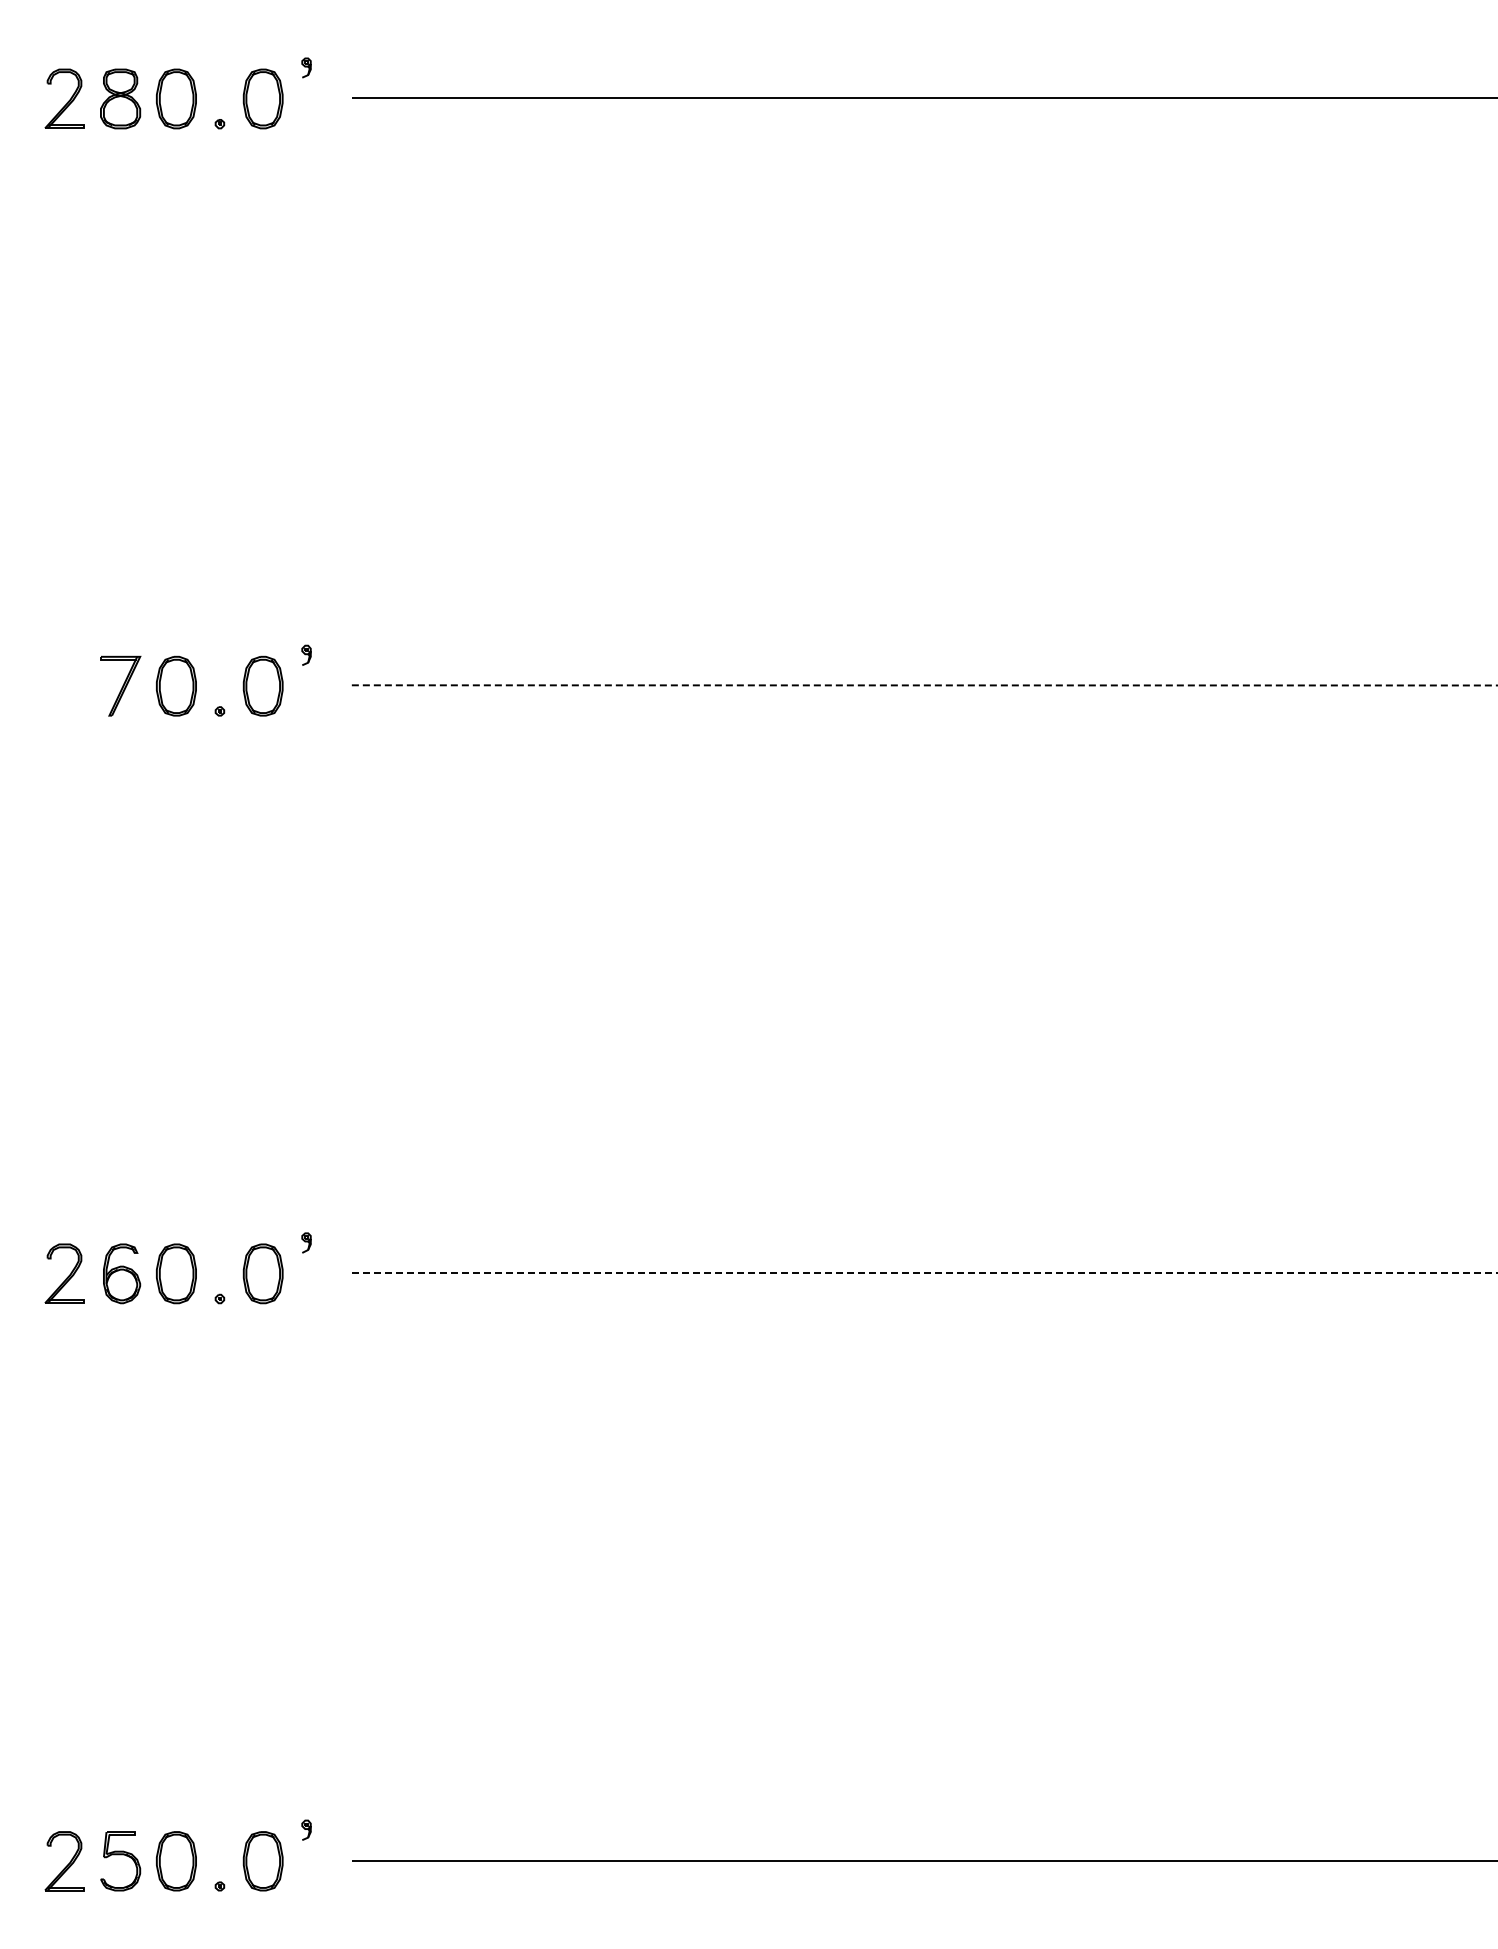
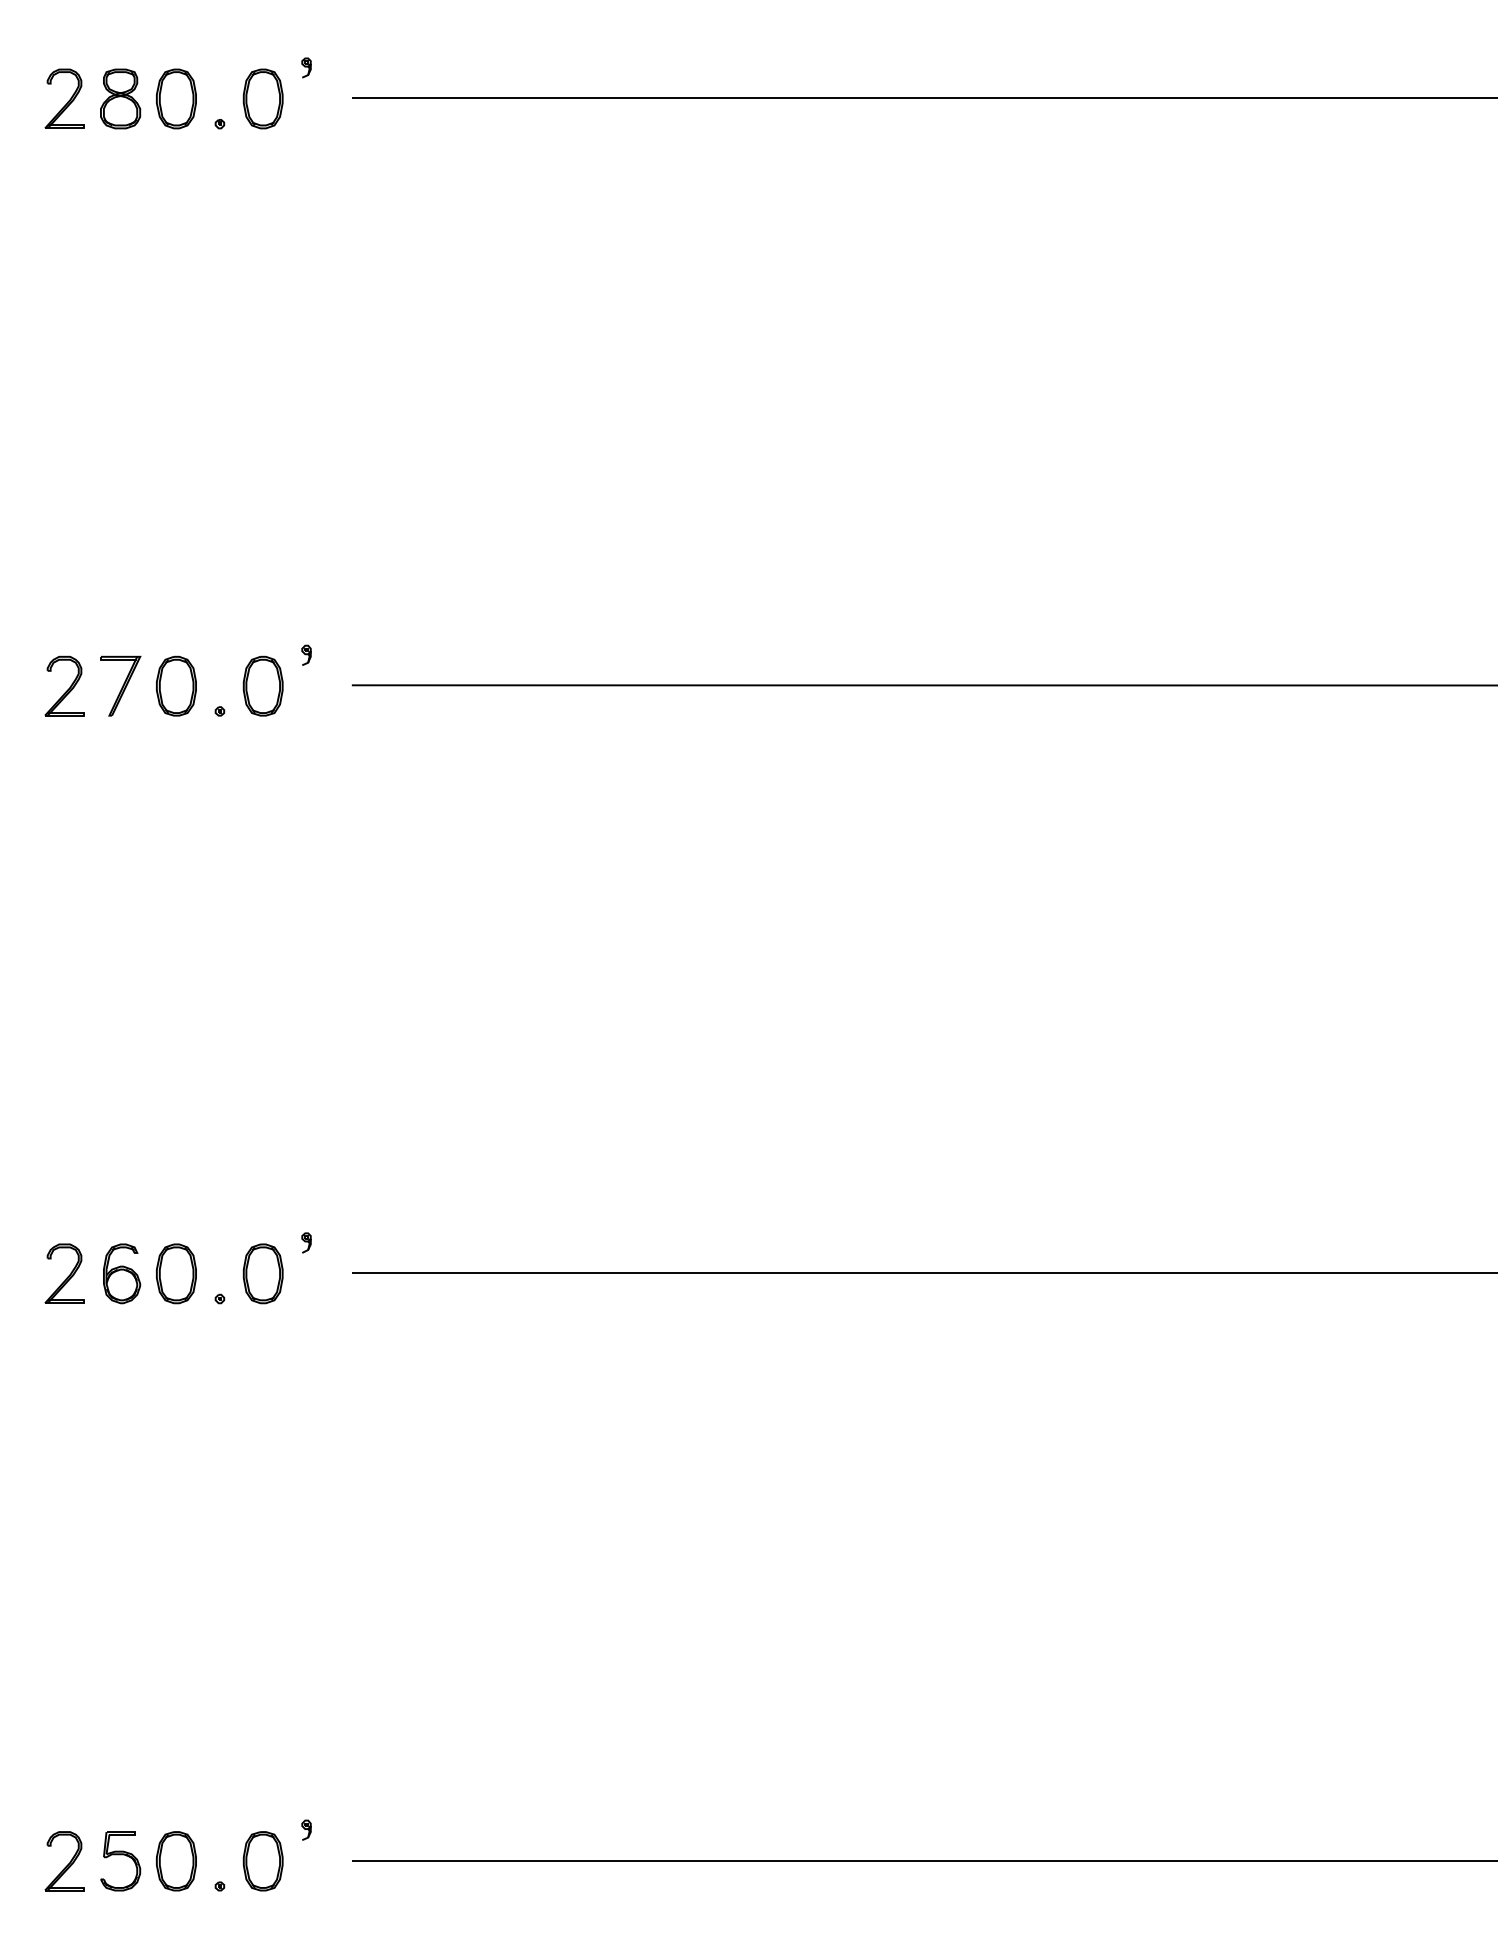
part at (64, 685): none -> present
line at (924, 685): dashed -> solid
line at (924, 1272): dashed -> solid
